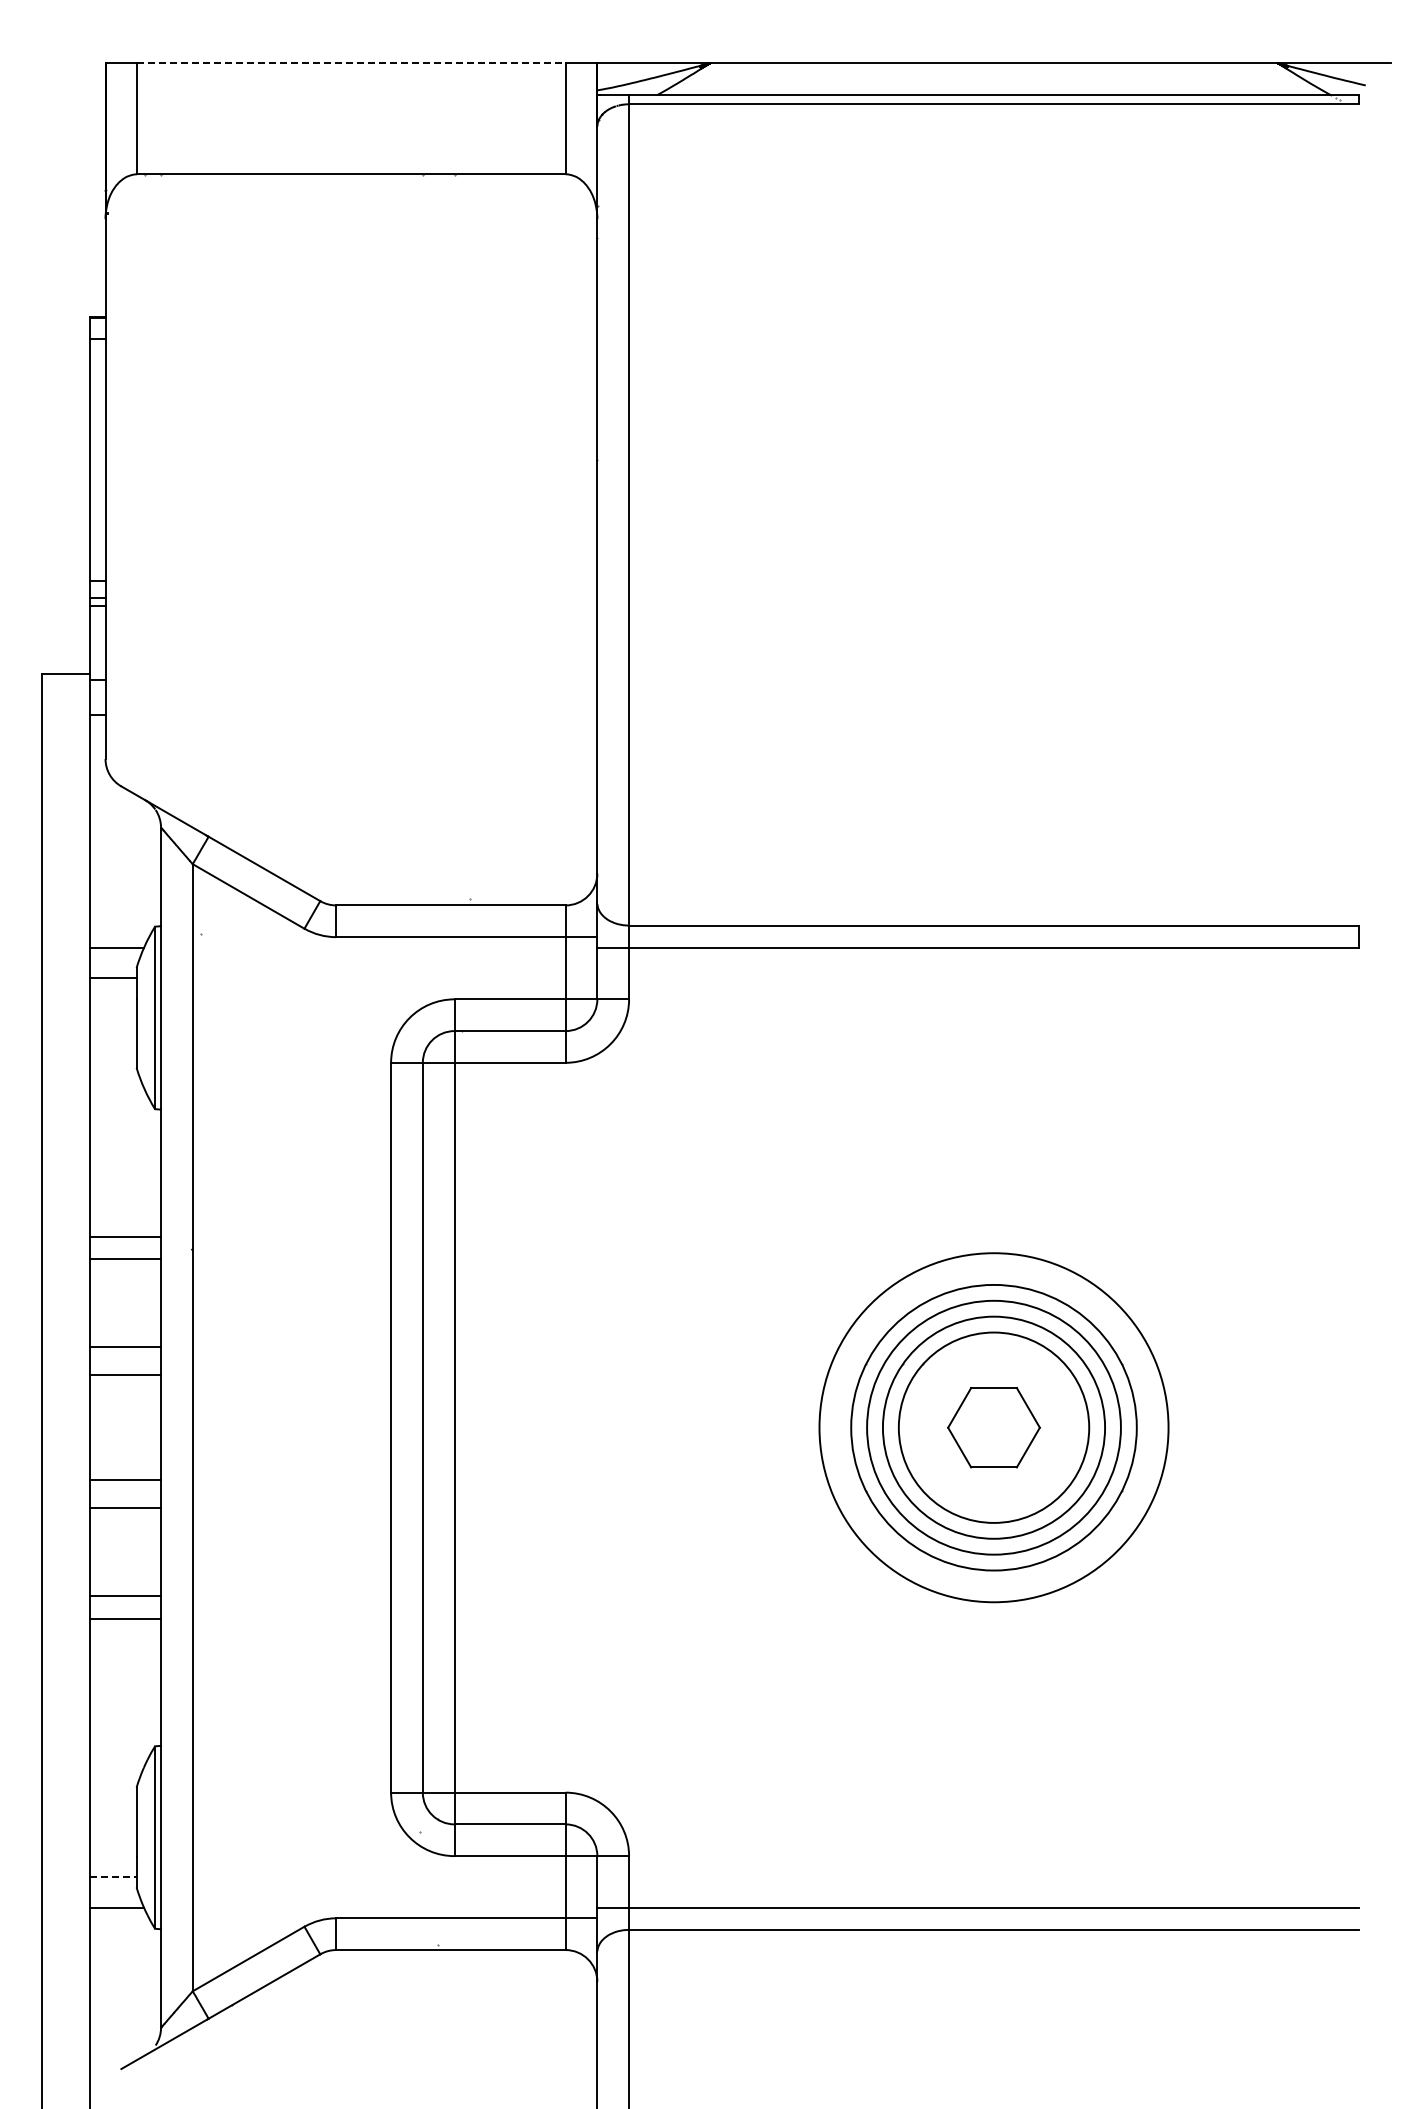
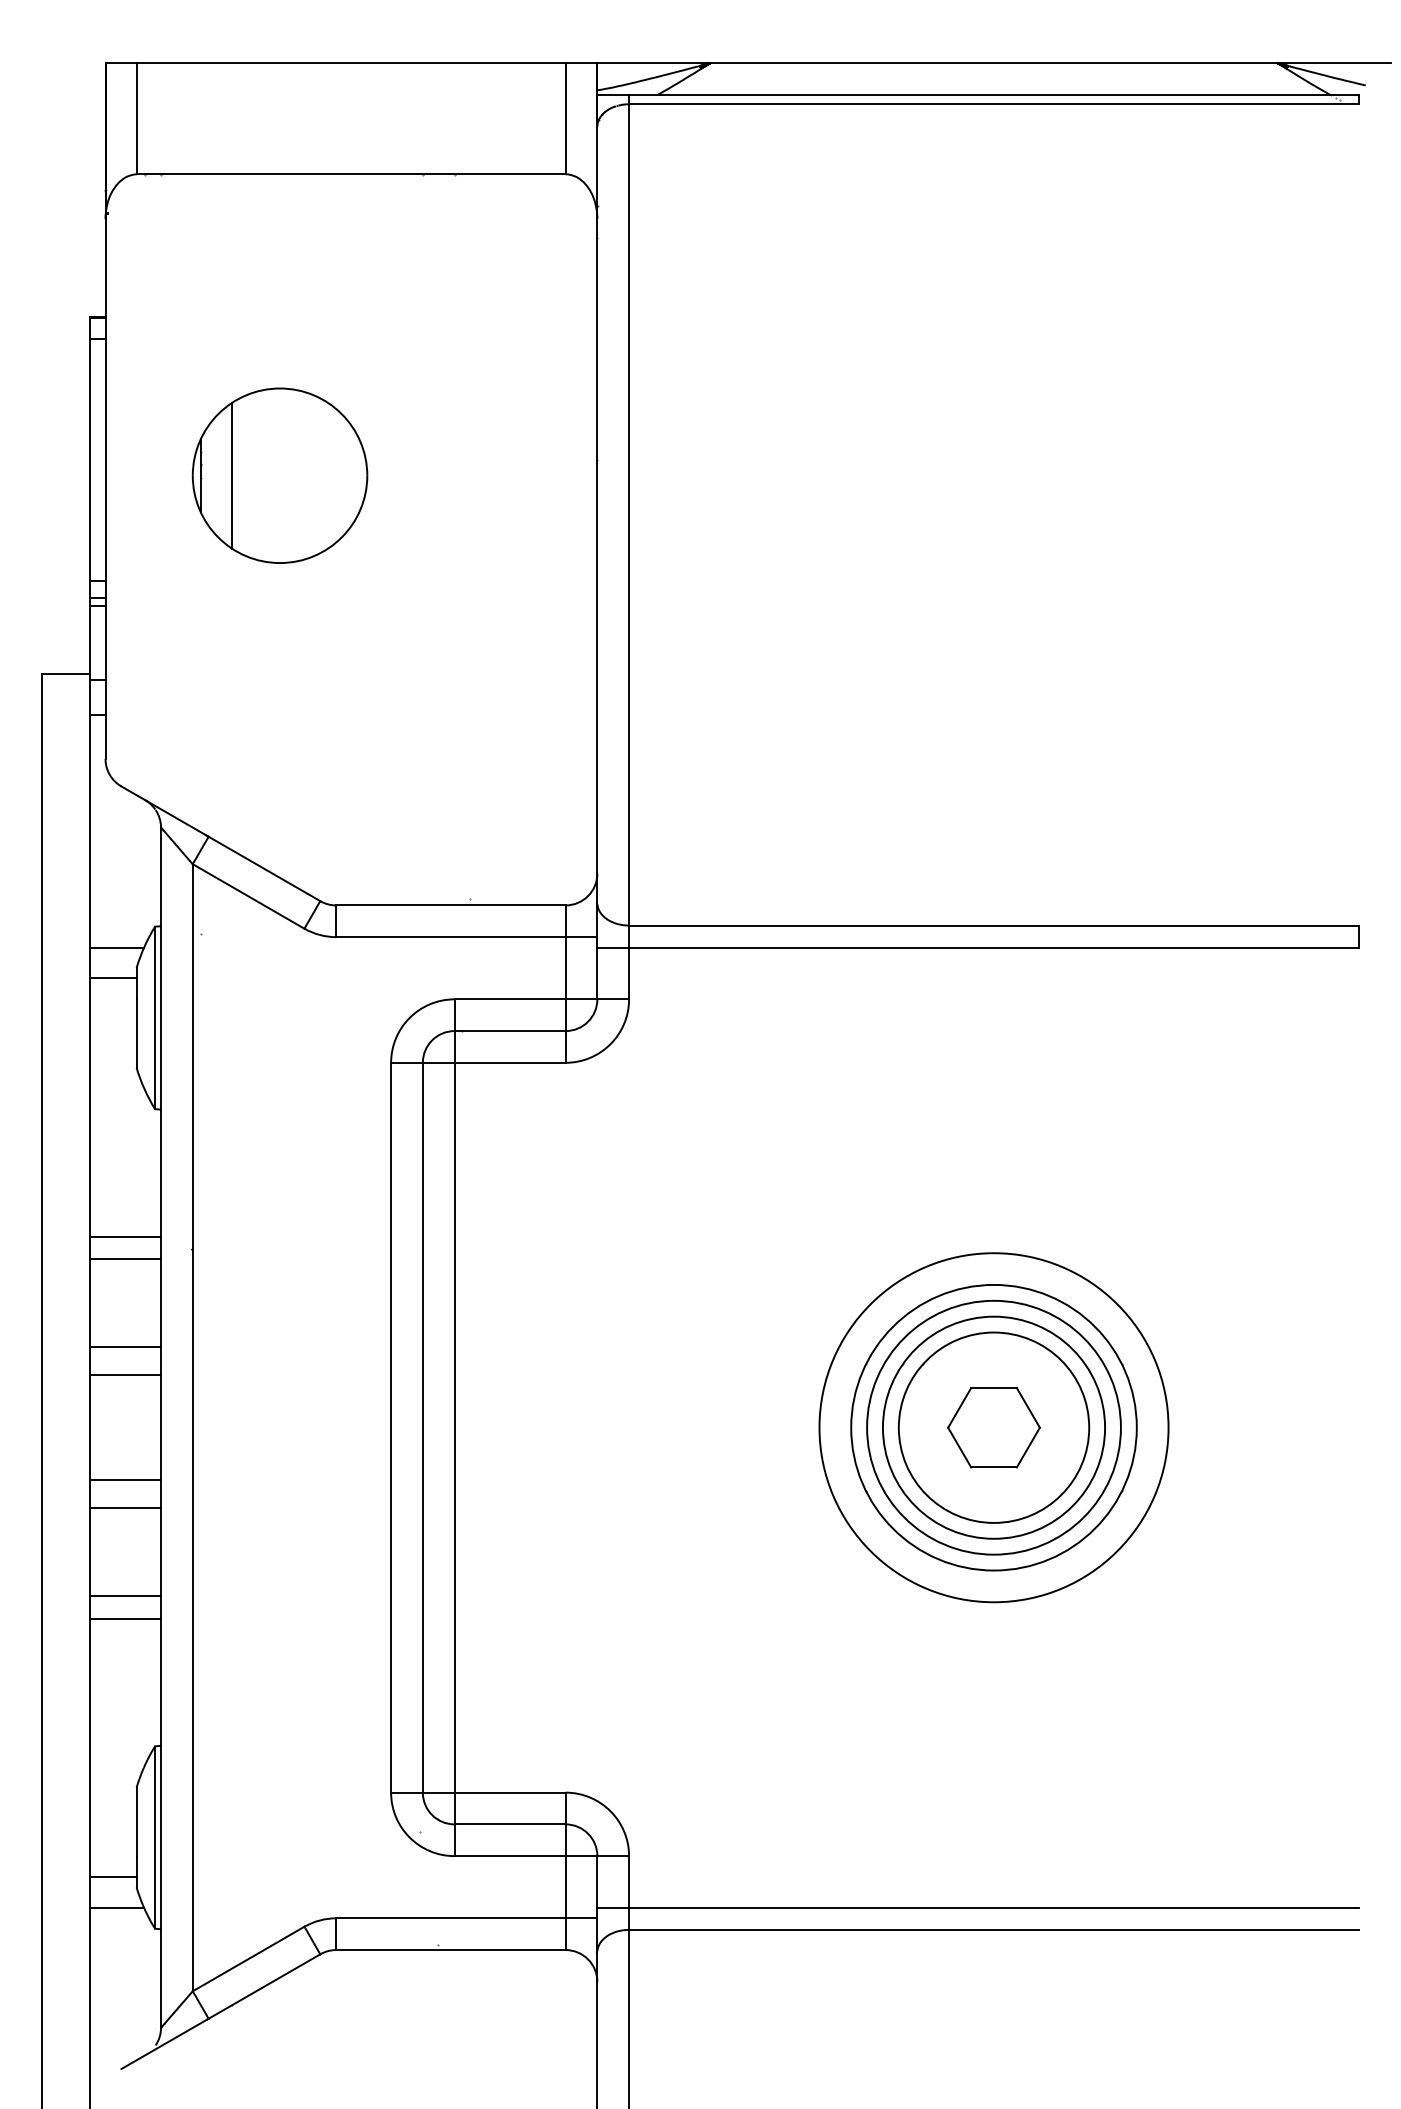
line at (351, 63): dashed -> solid
part at (279, 475): none -> present
line at (113, 1877): dashed -> solid
